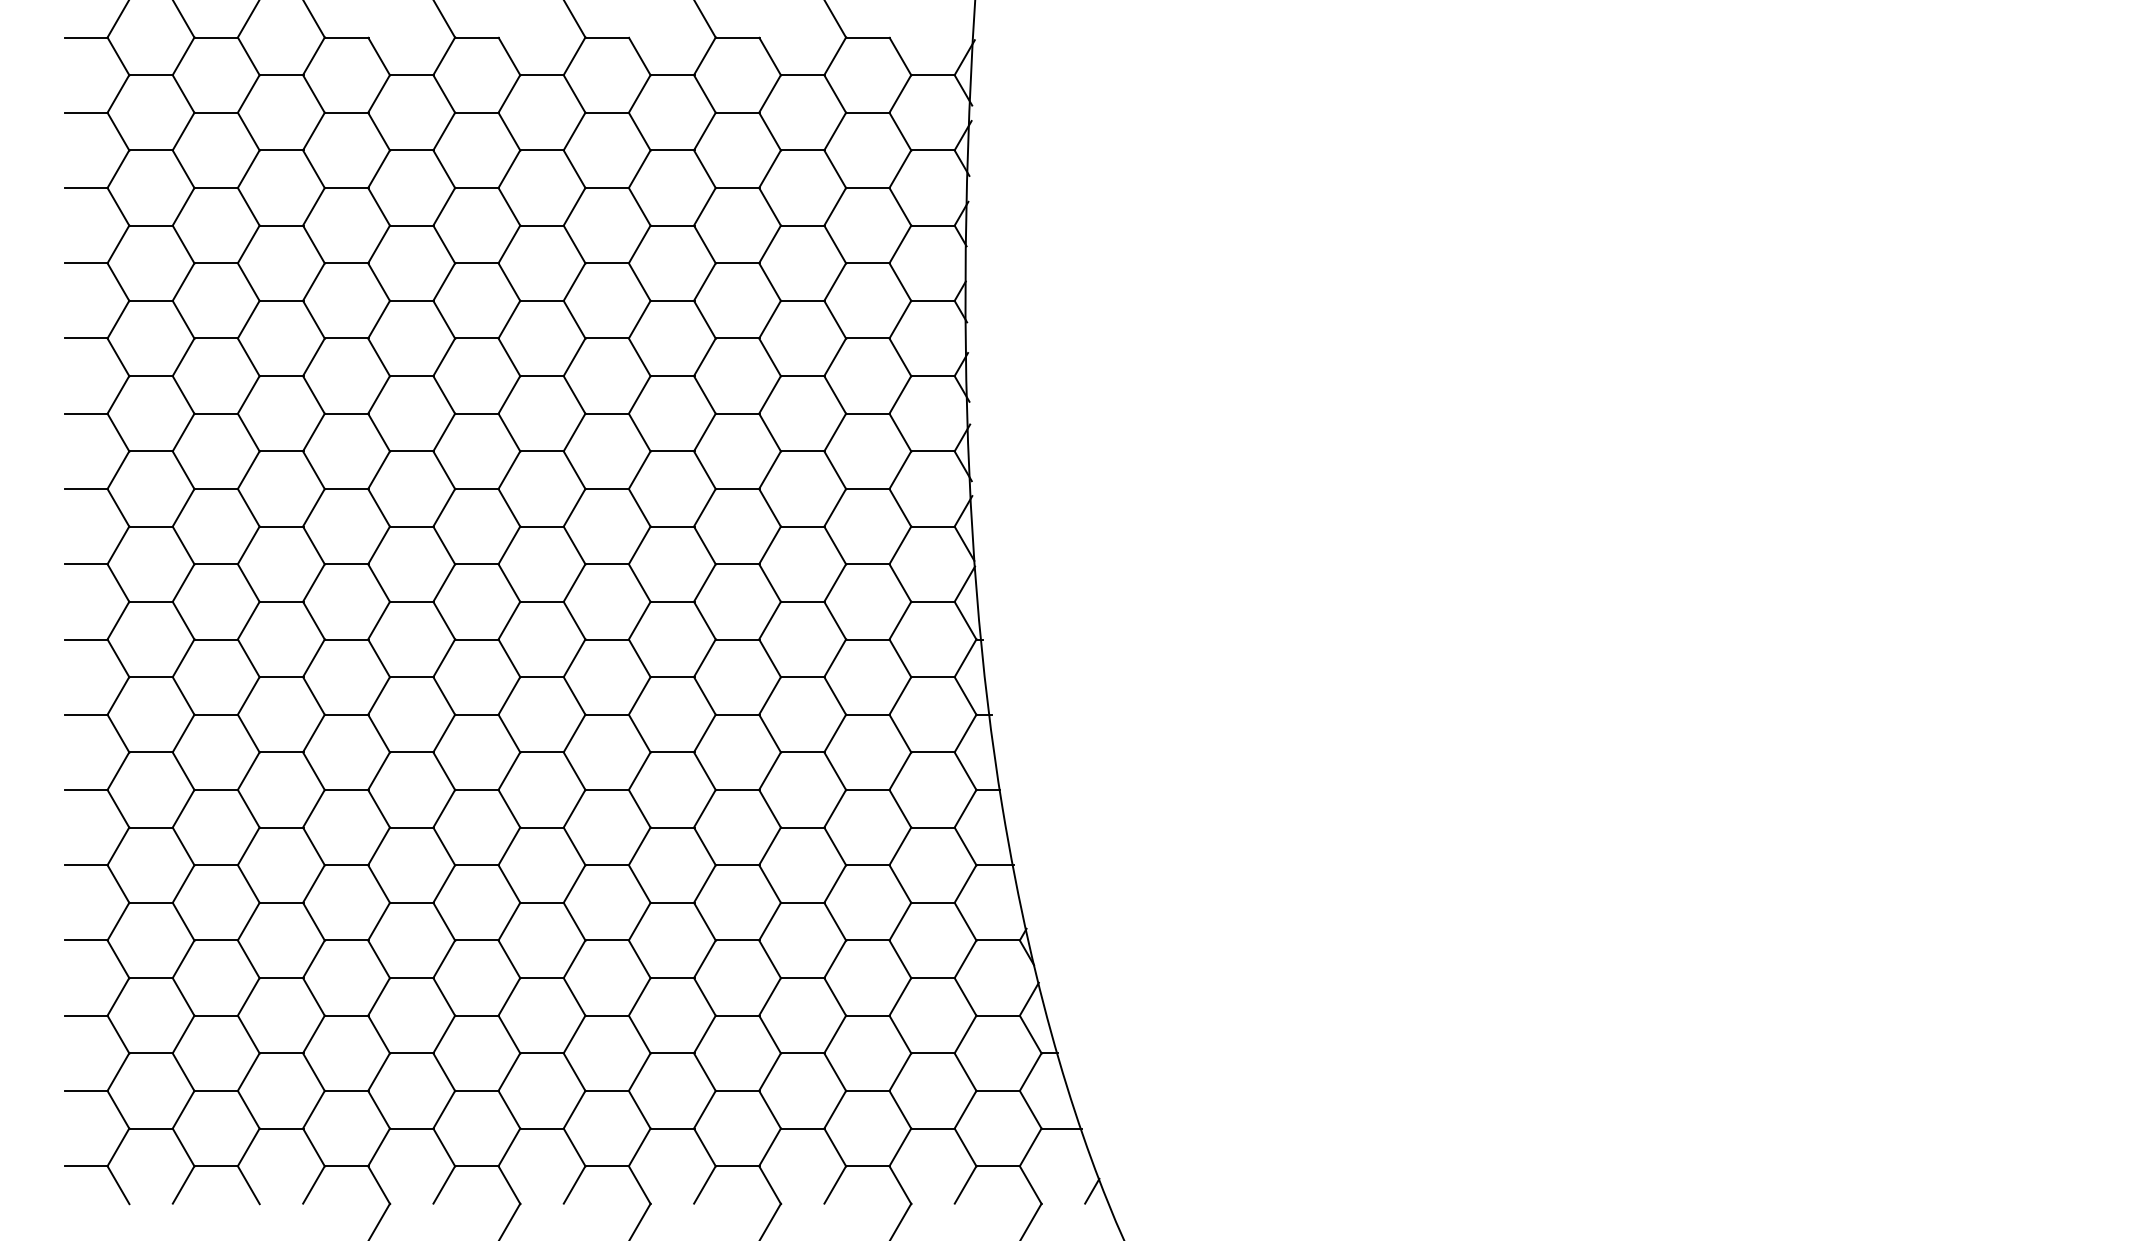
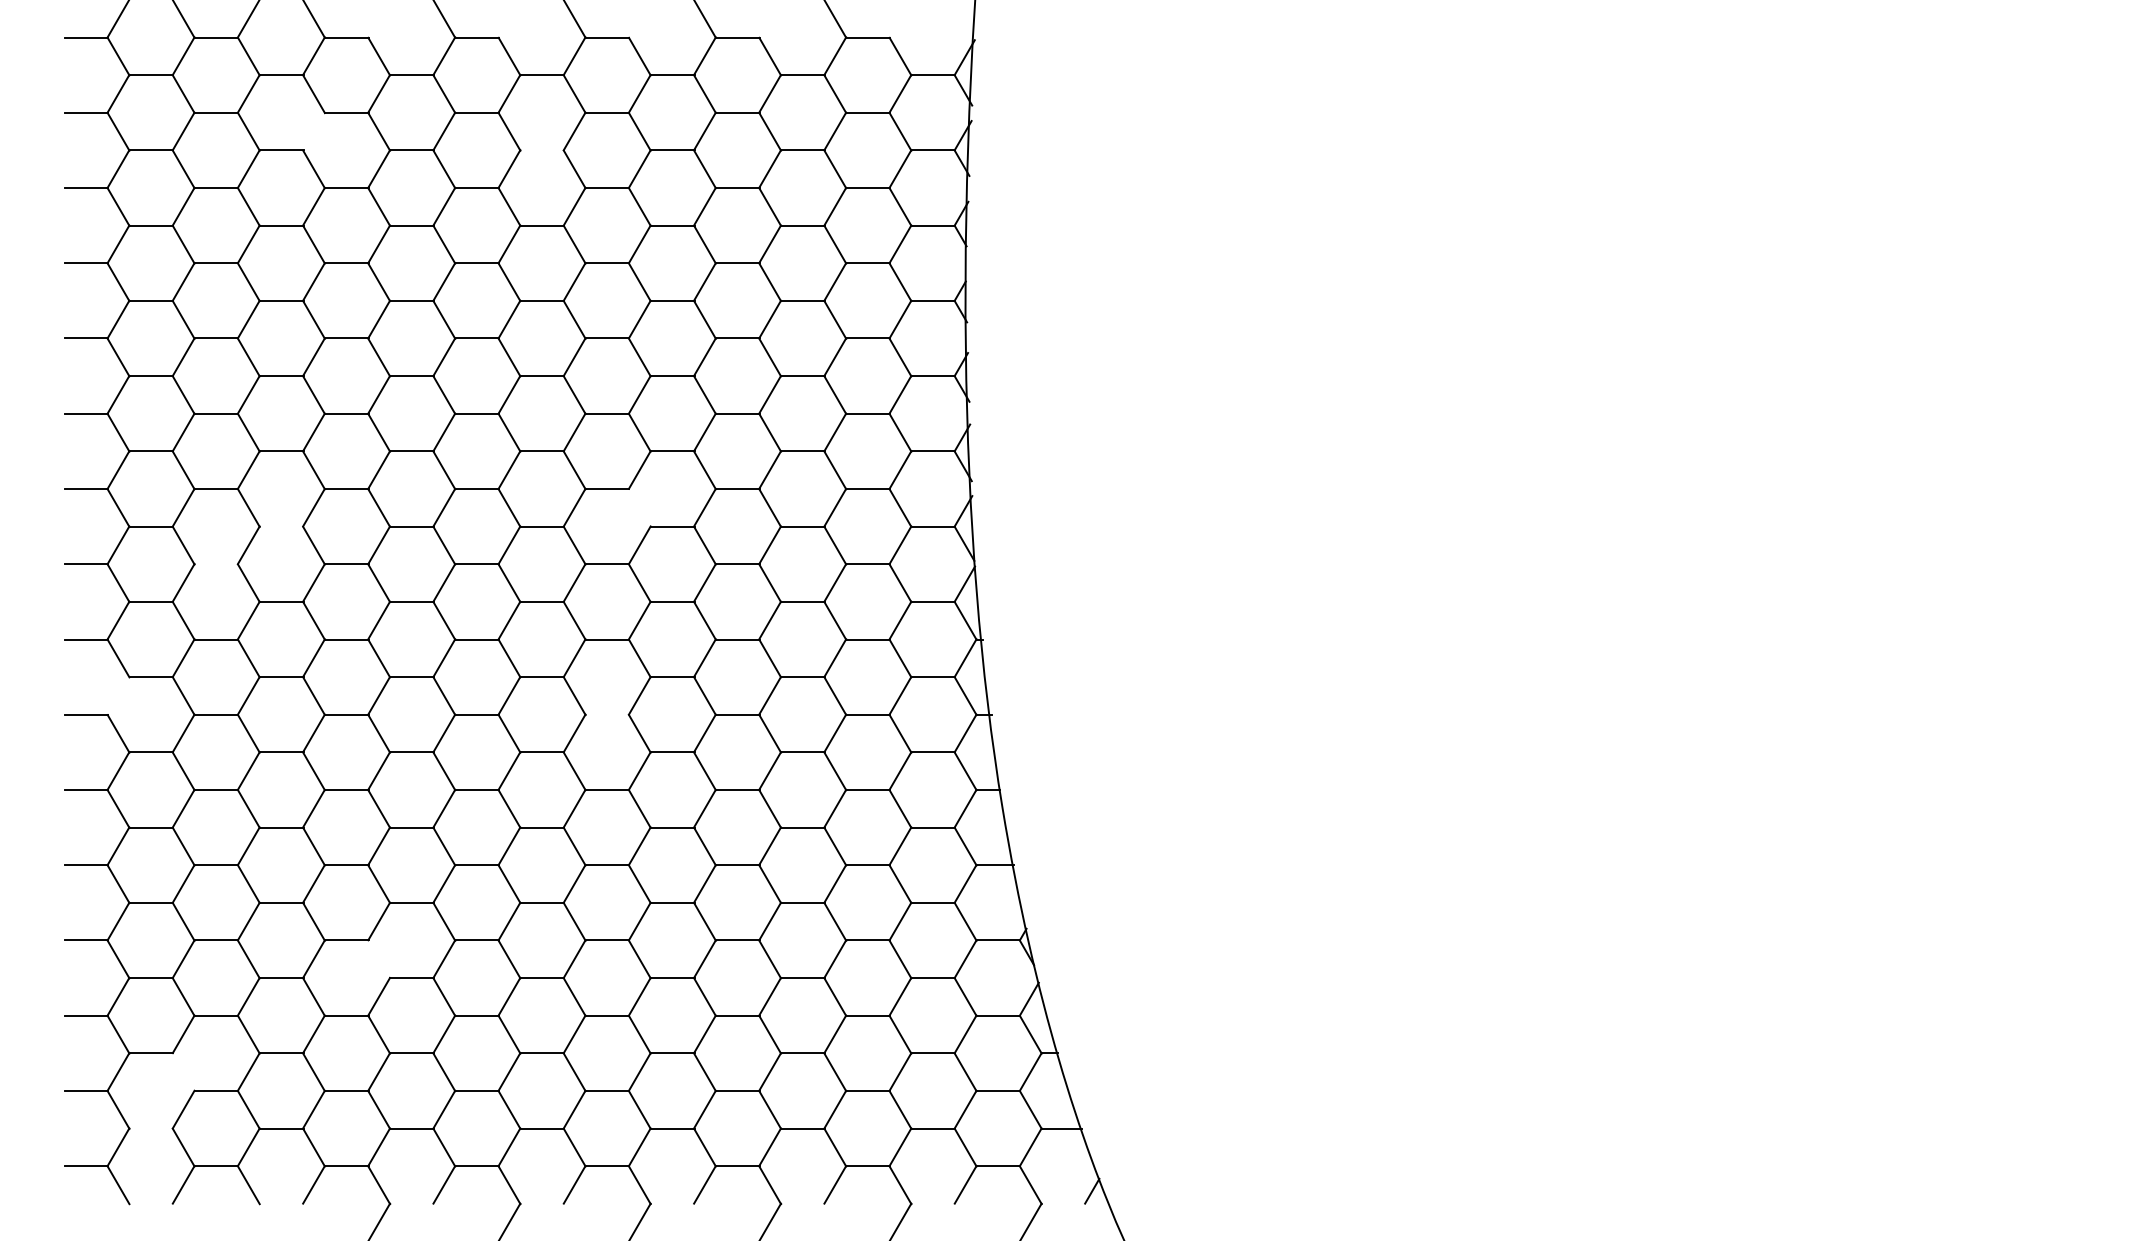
line at (313, 131): present -> none
line at (542, 150): present -> none
line at (639, 507): present -> none
line at (281, 526): present -> none
line at (216, 564): present -> none
line at (118, 695): present -> none
line at (607, 714): present -> none
line at (379, 959): present -> none
line at (183, 1072): present -> none
line at (151, 1128): present -> none
